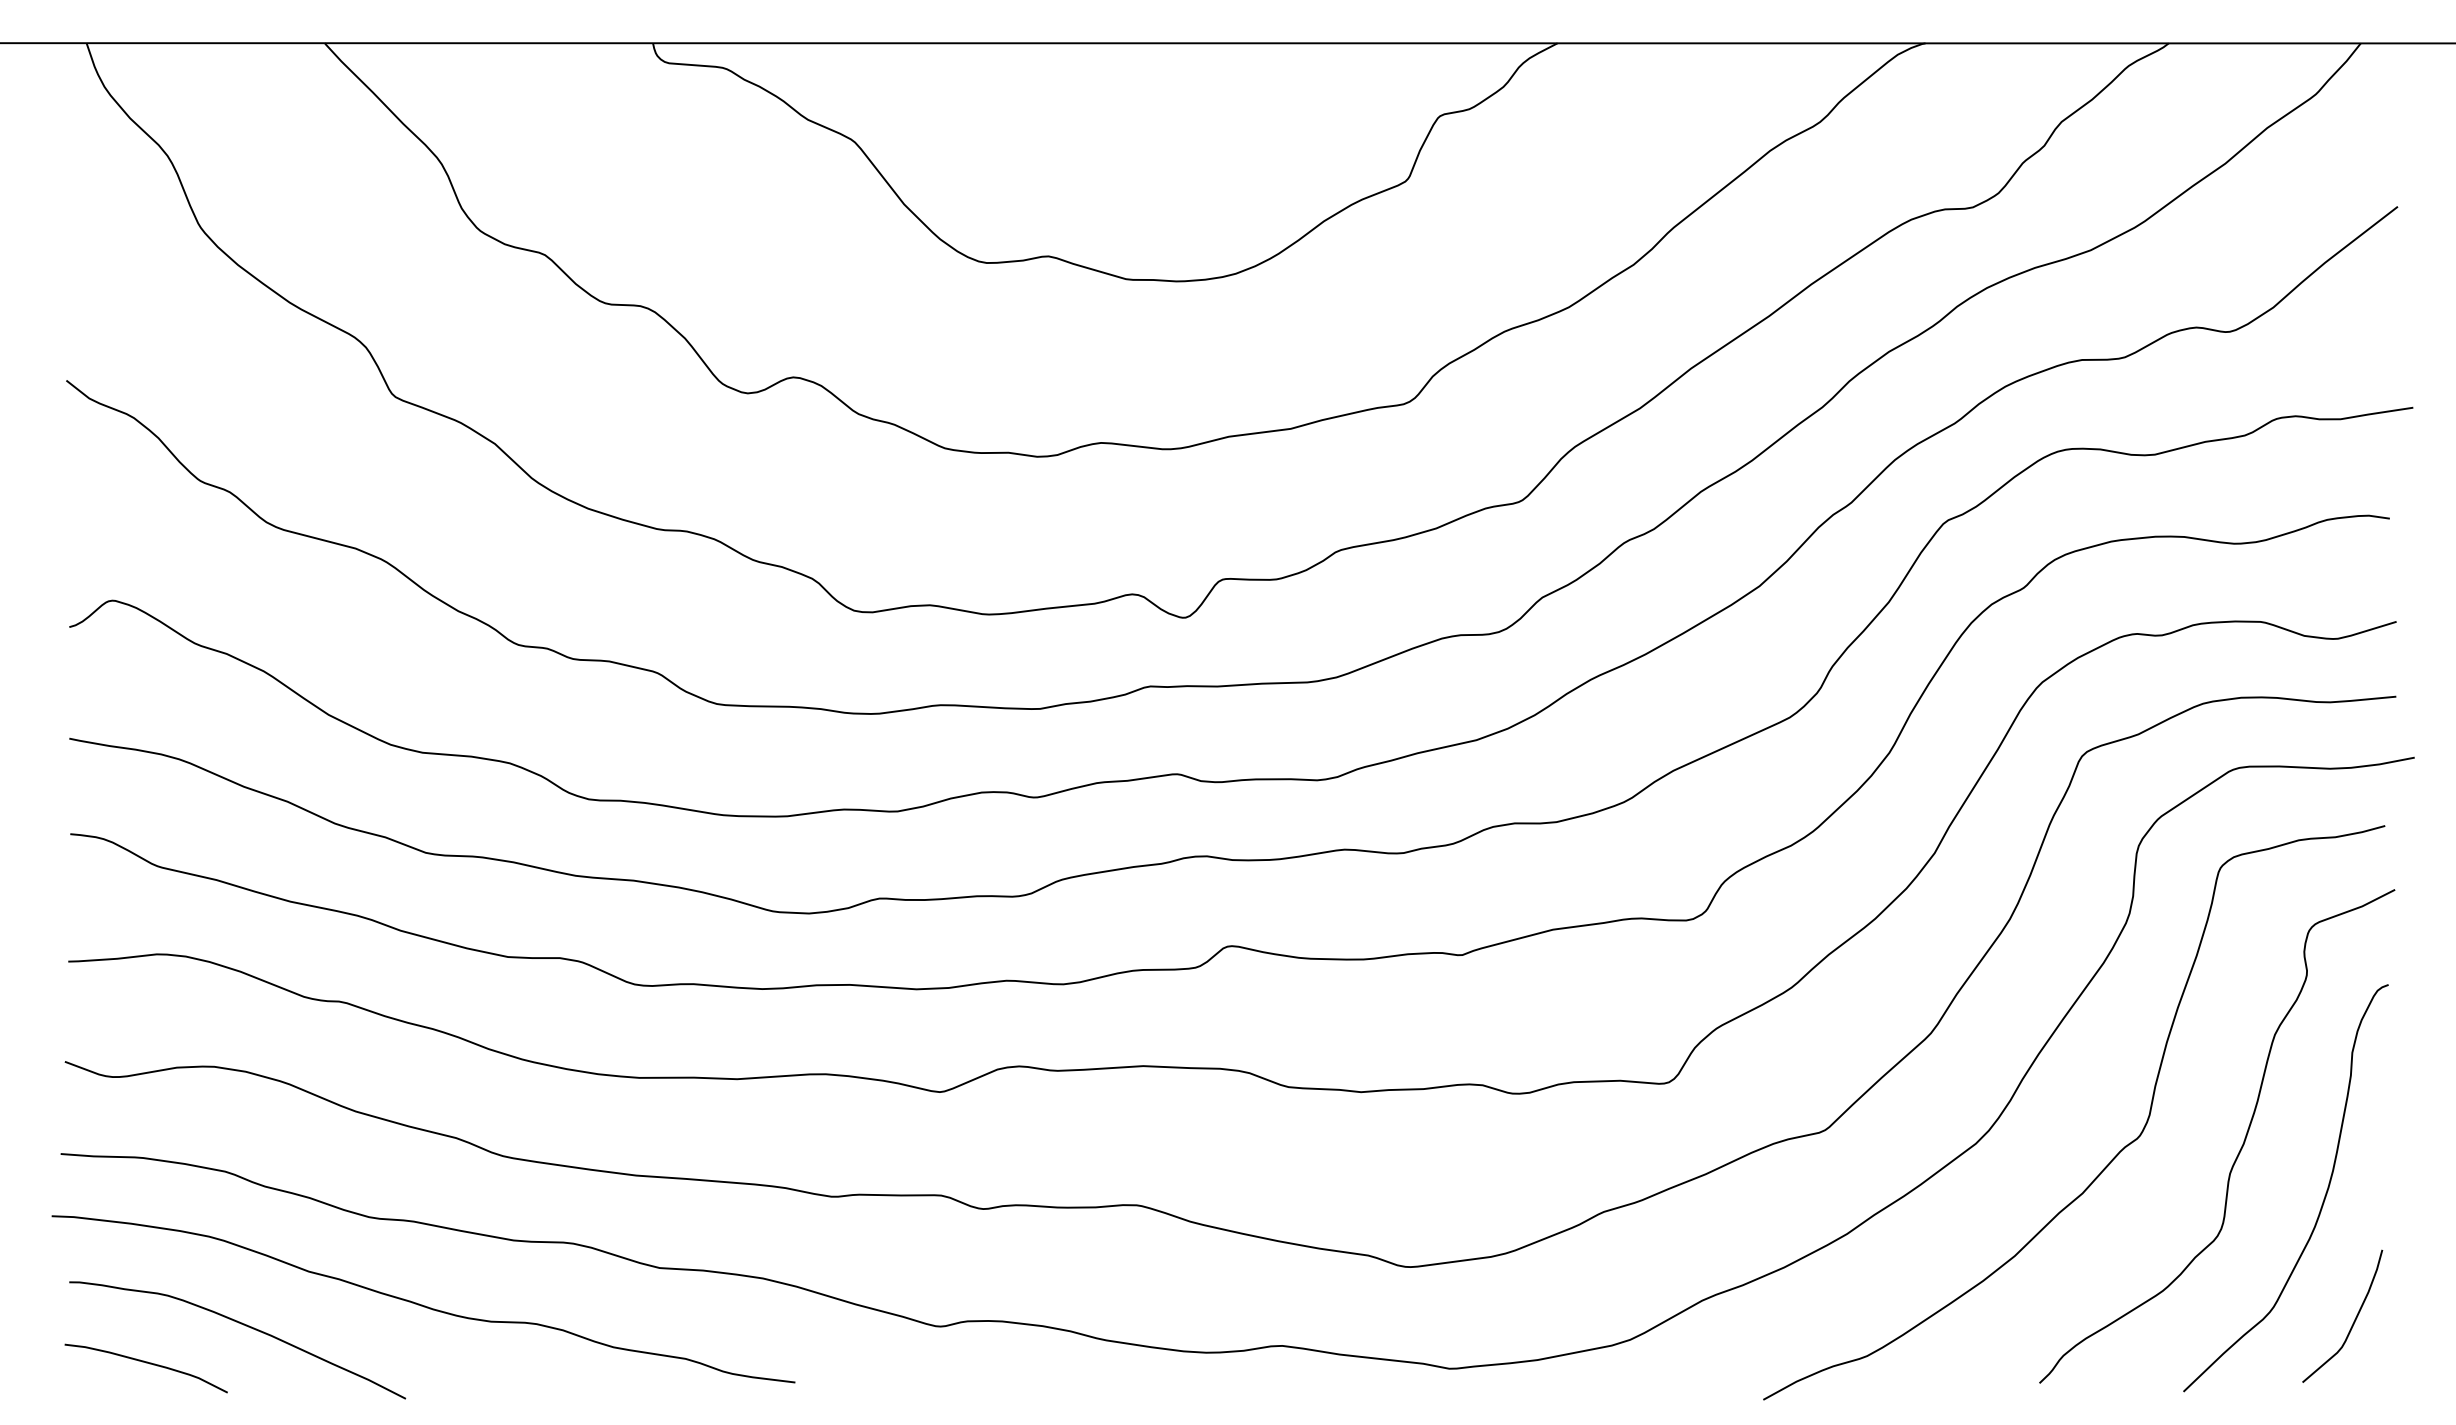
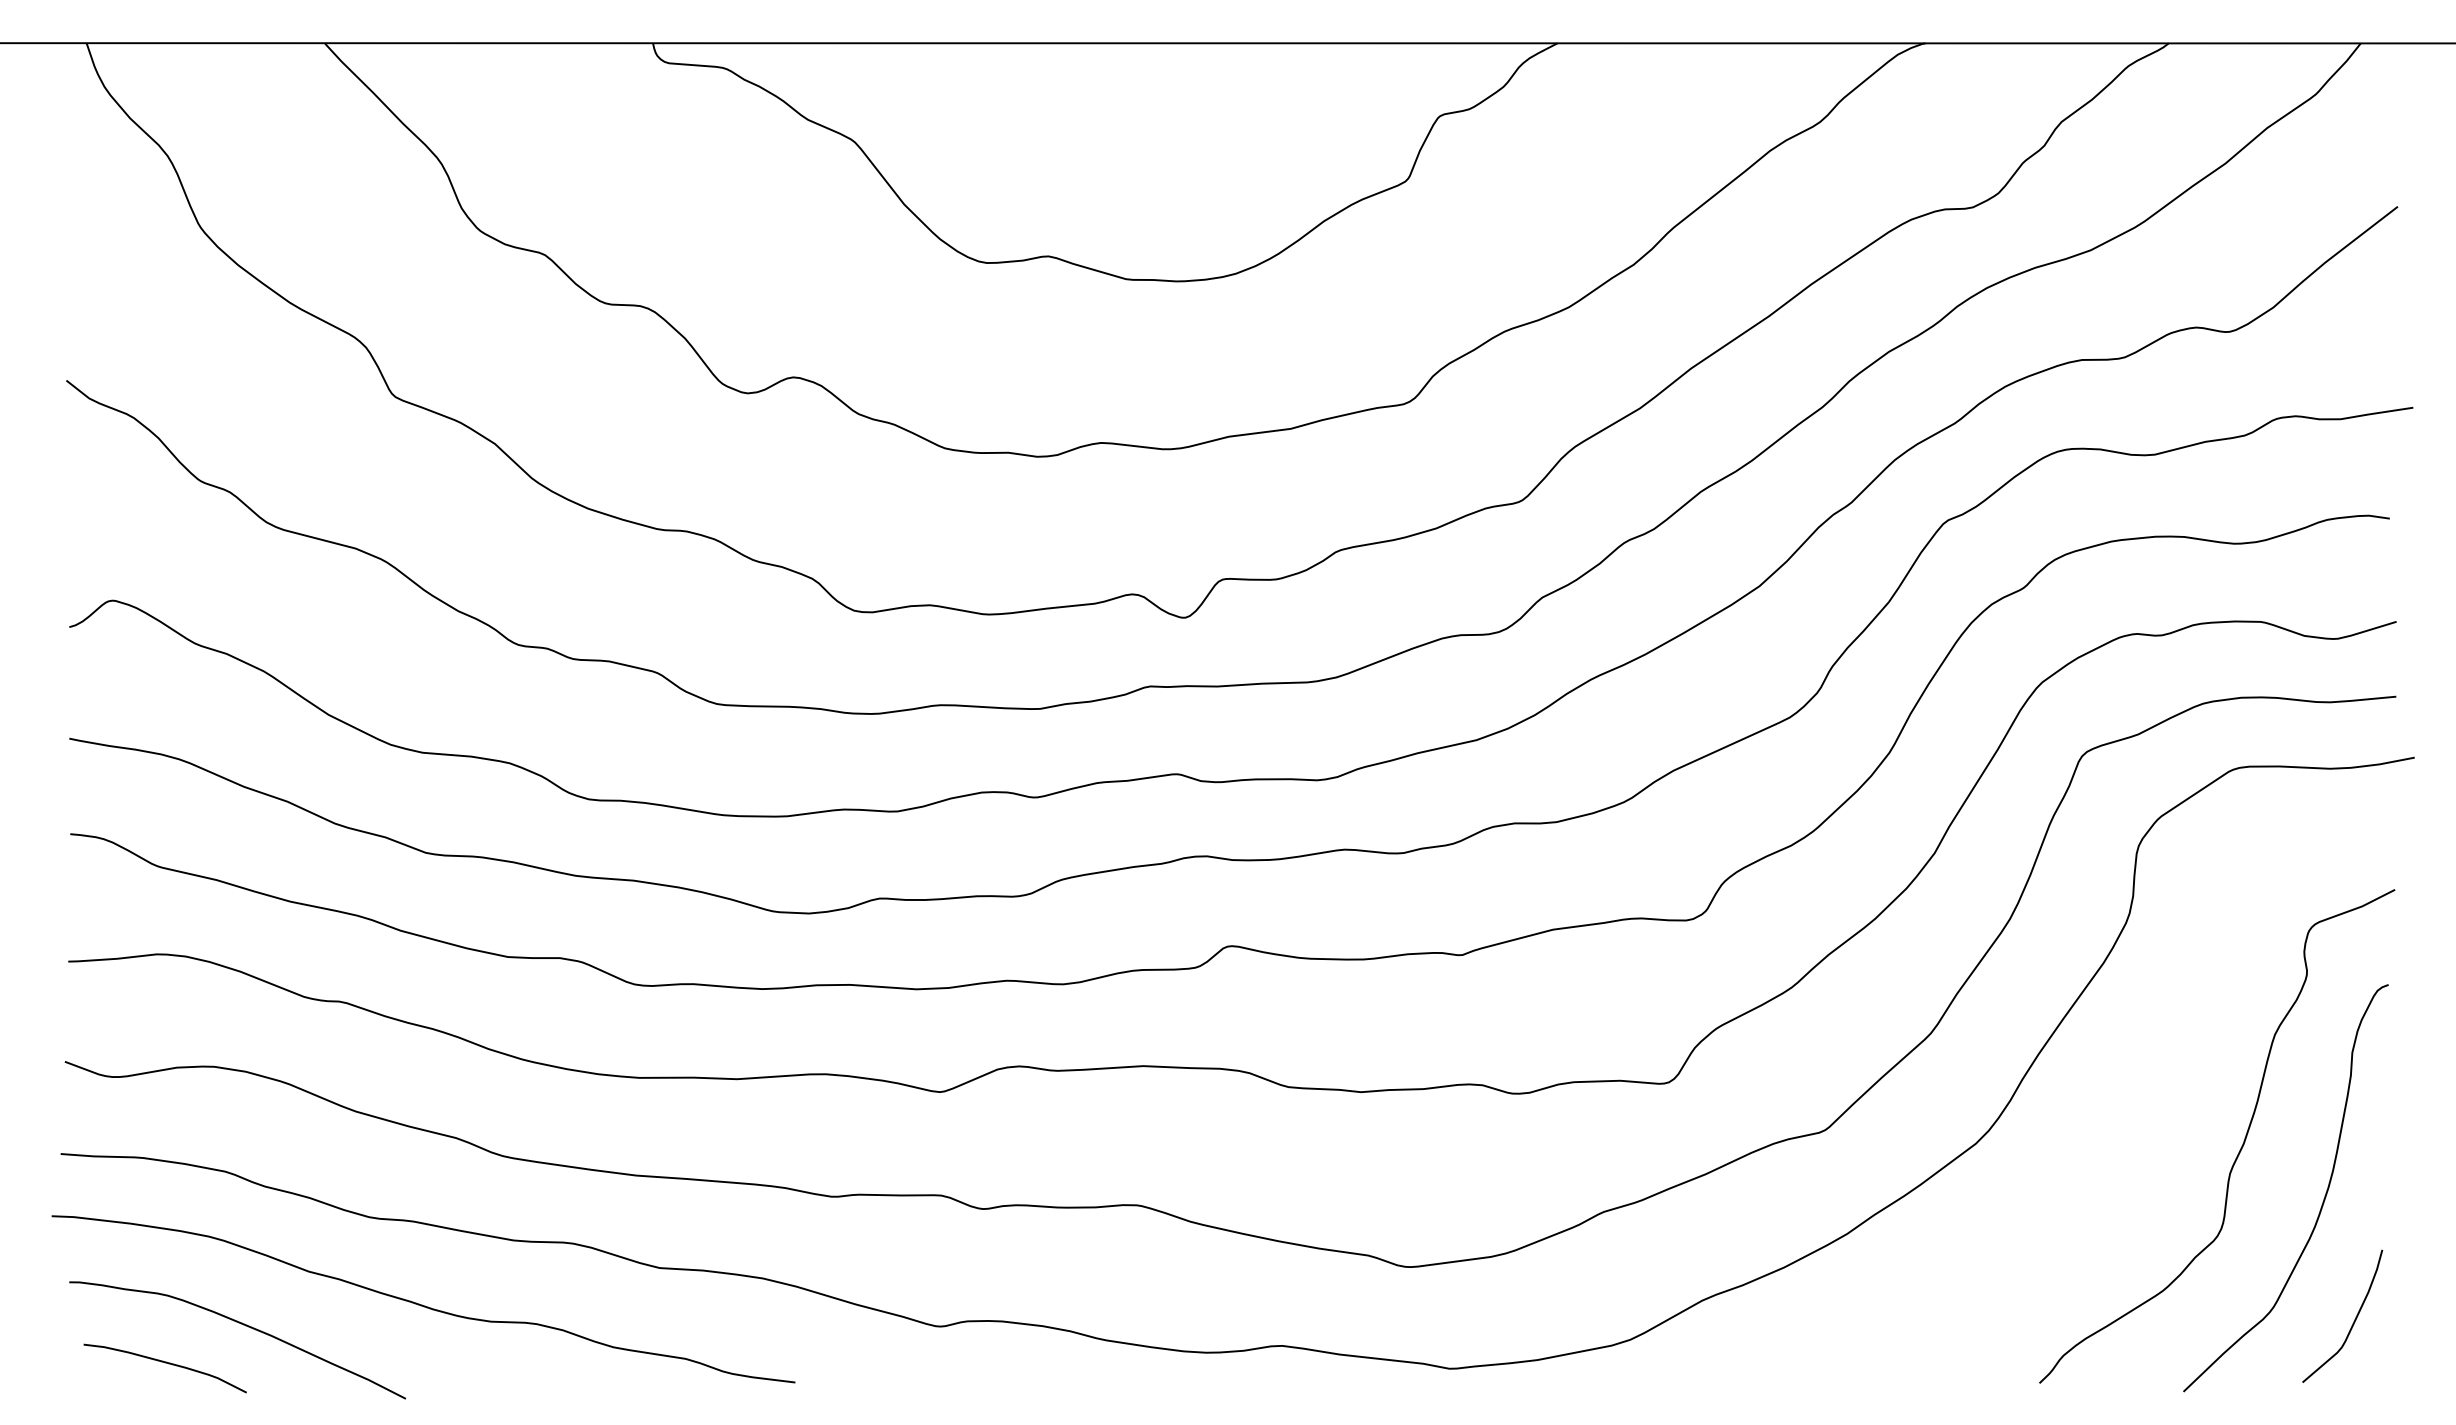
curve at (2116, 1154): present -> none
curve at (146, 1363) position: (146, 1363) -> (165, 1363)
